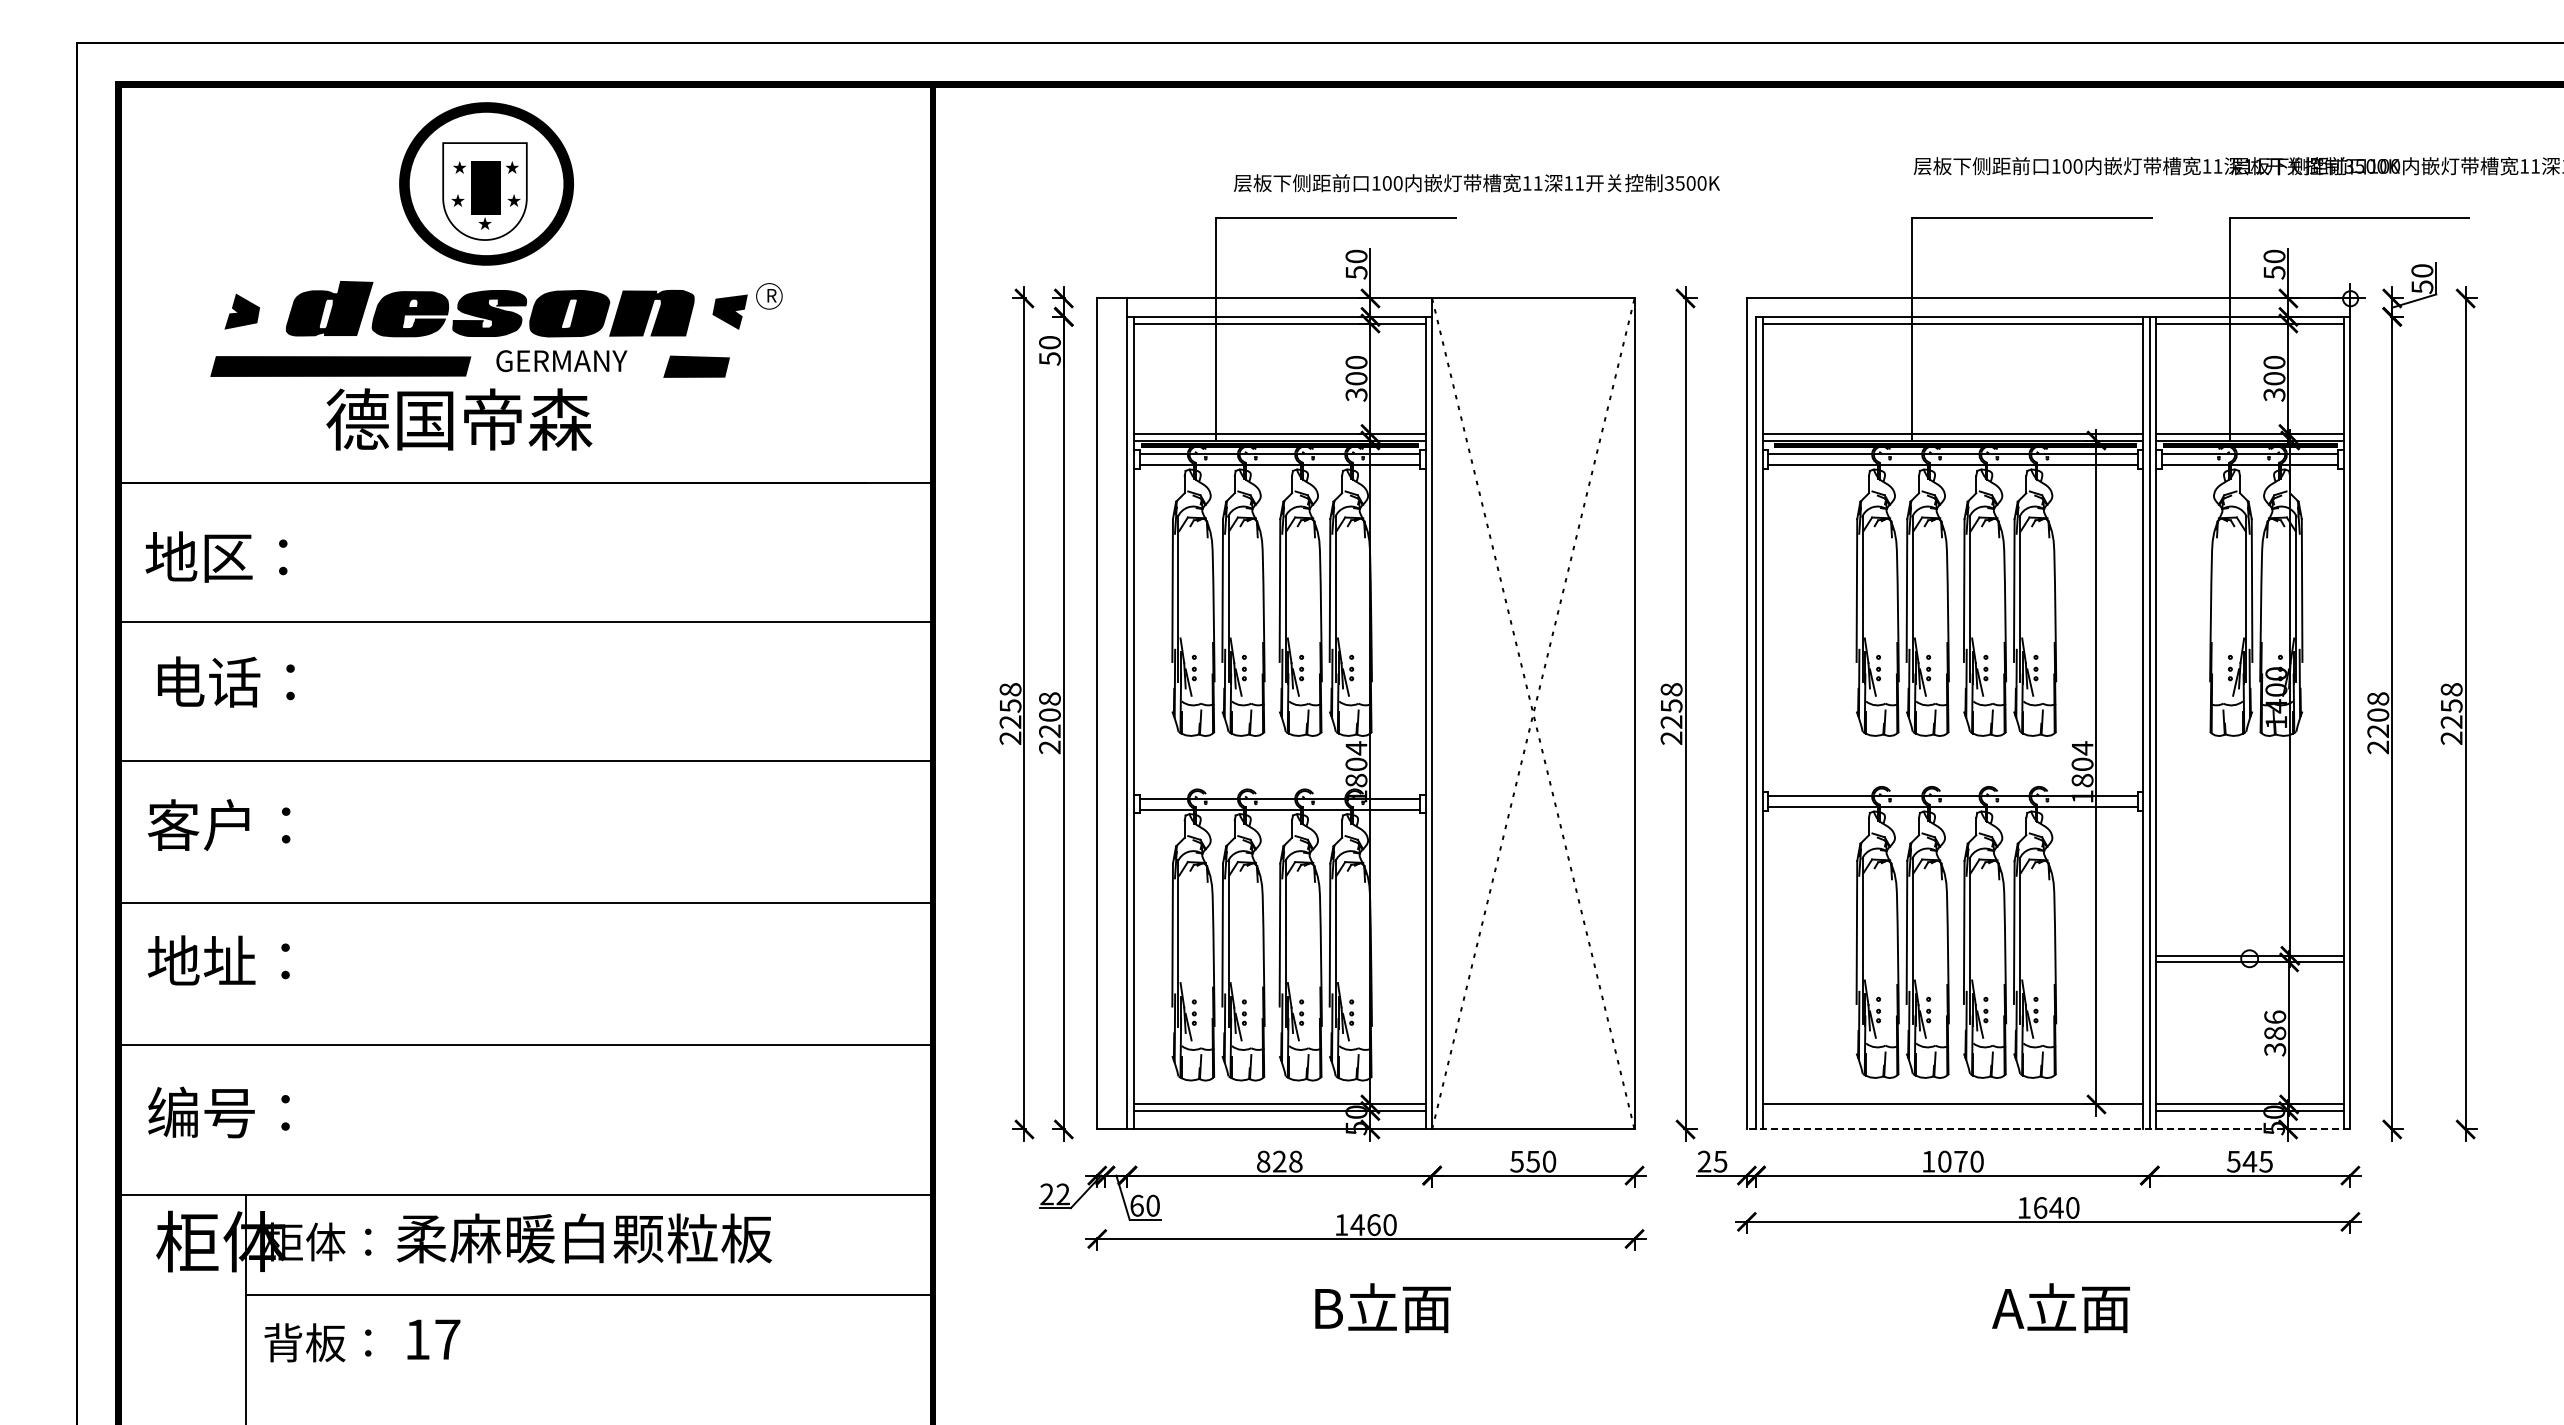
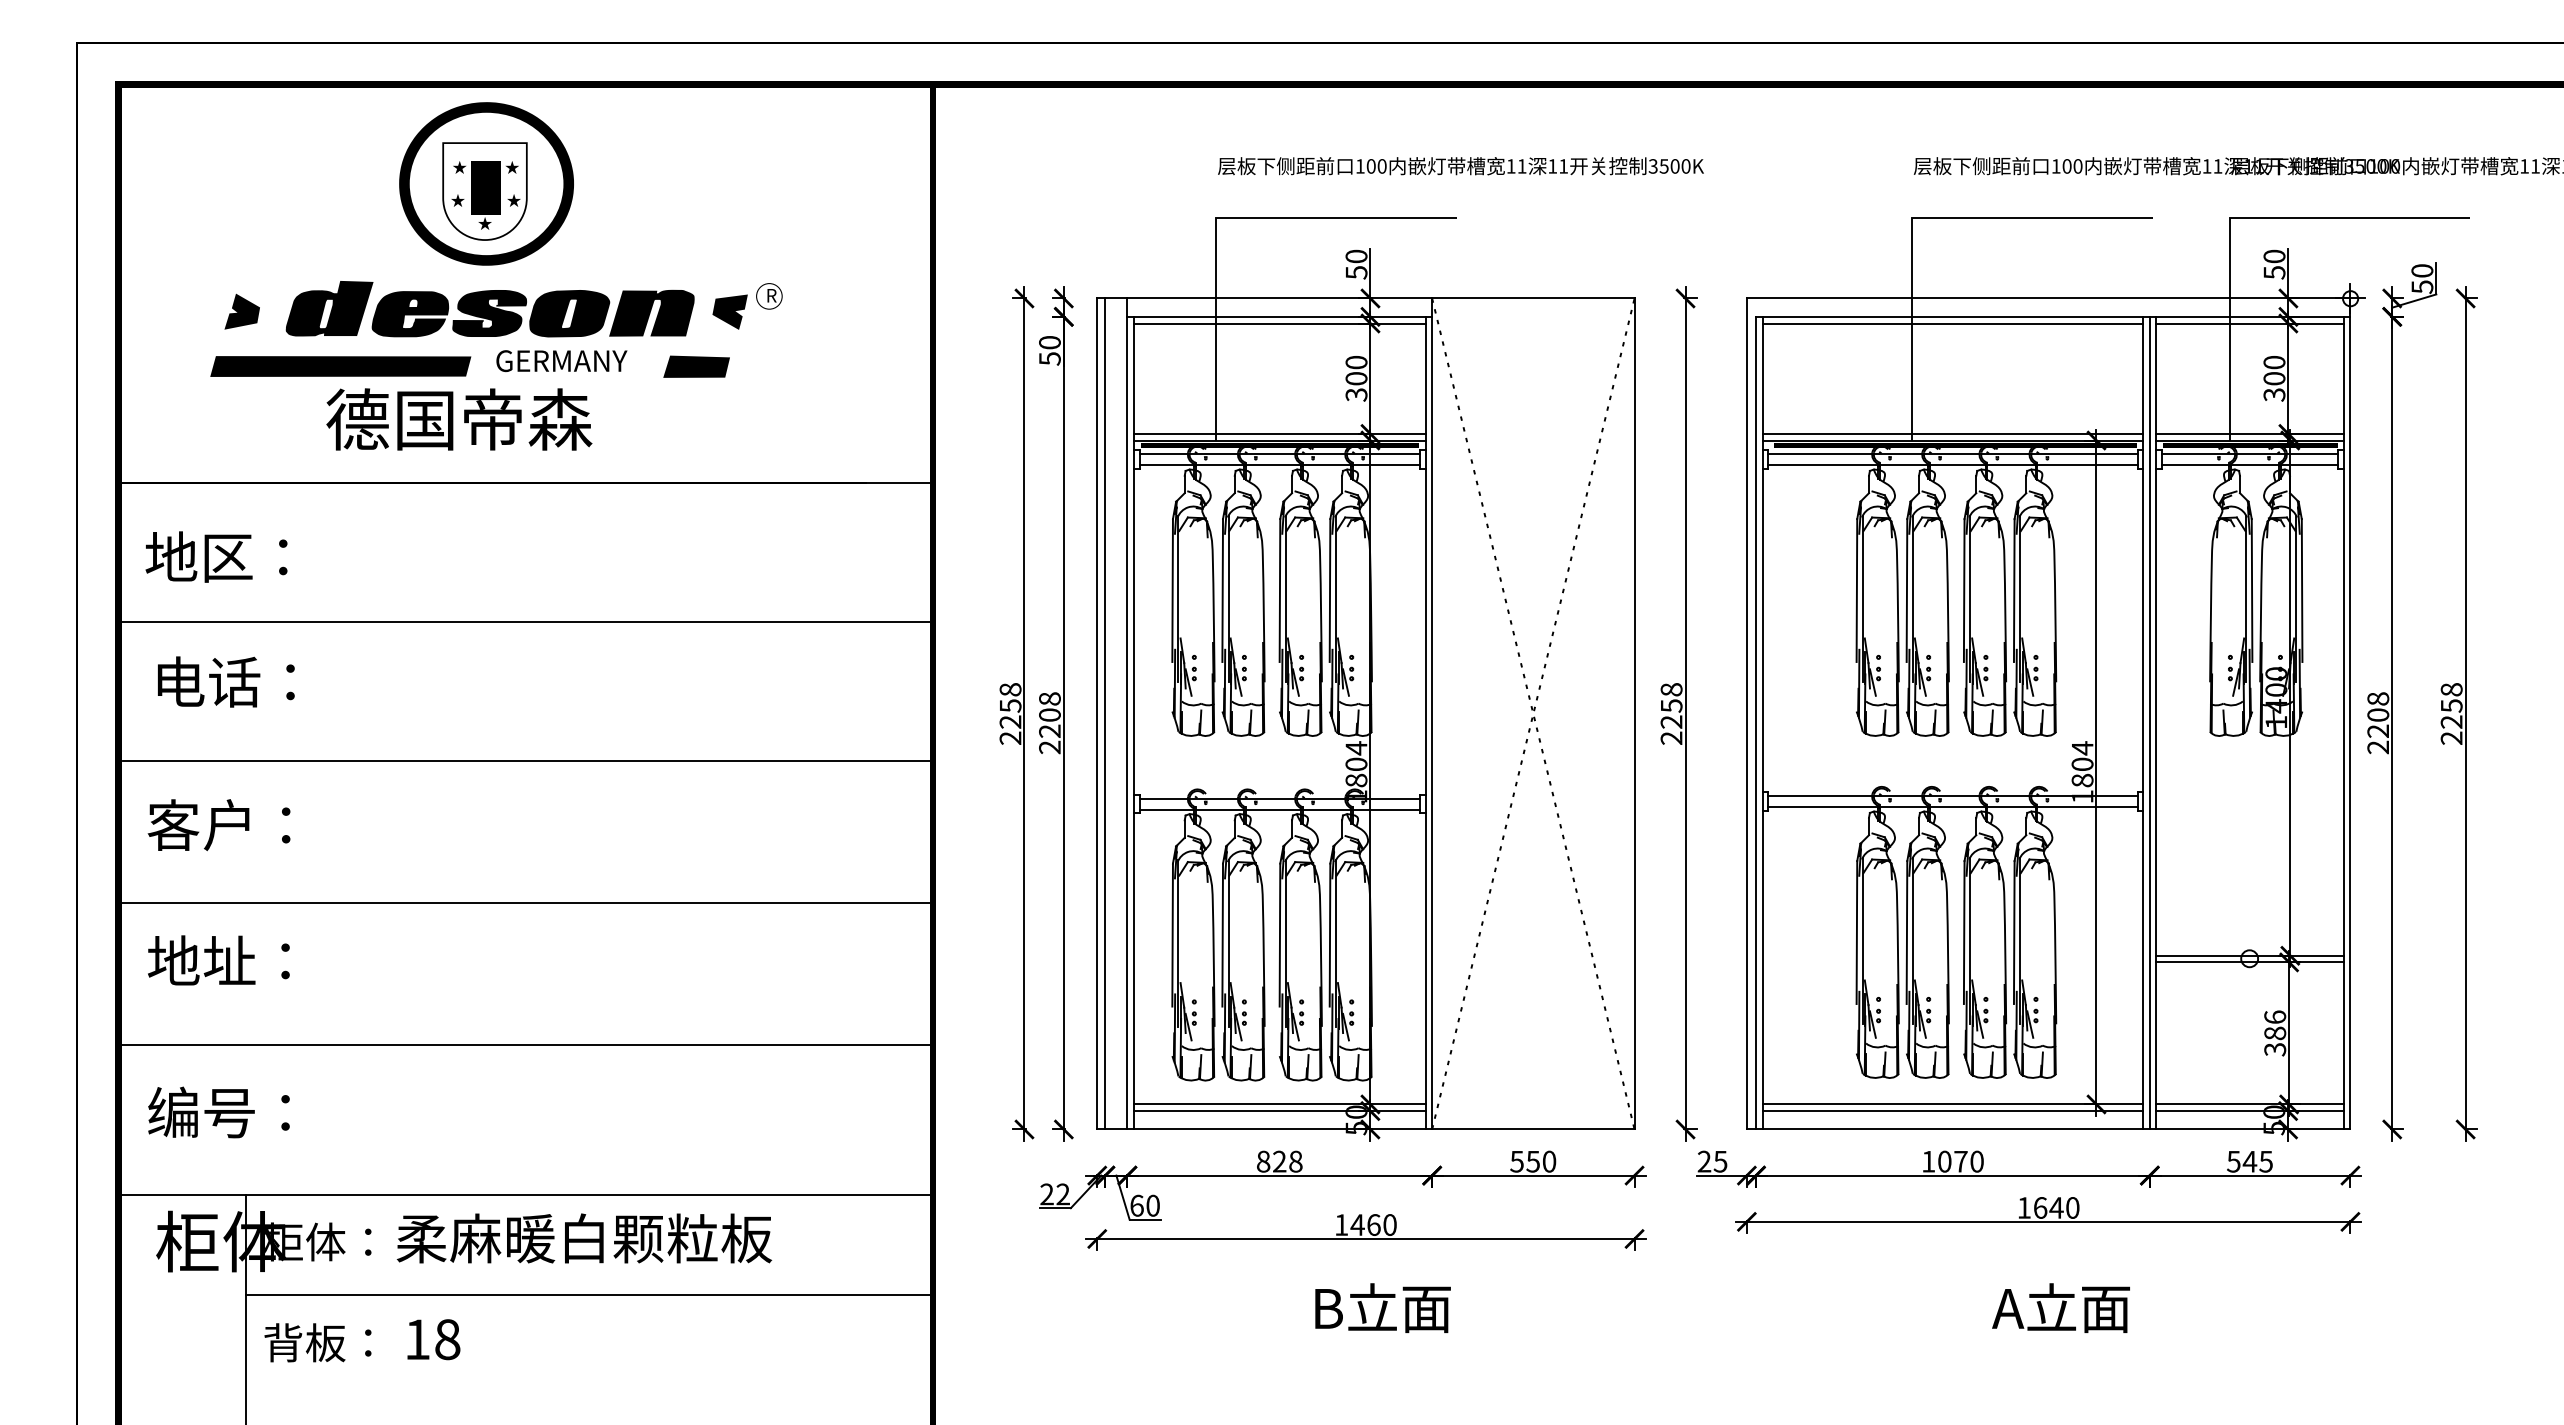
text at (1476, 183) position: (1476, 183) -> (1460, 166)
line at (1105, 713): none -> present
line at (1952, 1111): none -> present
line at (2048, 1129): dashed -> solid
text at (447, 1339): 17 -> 18
